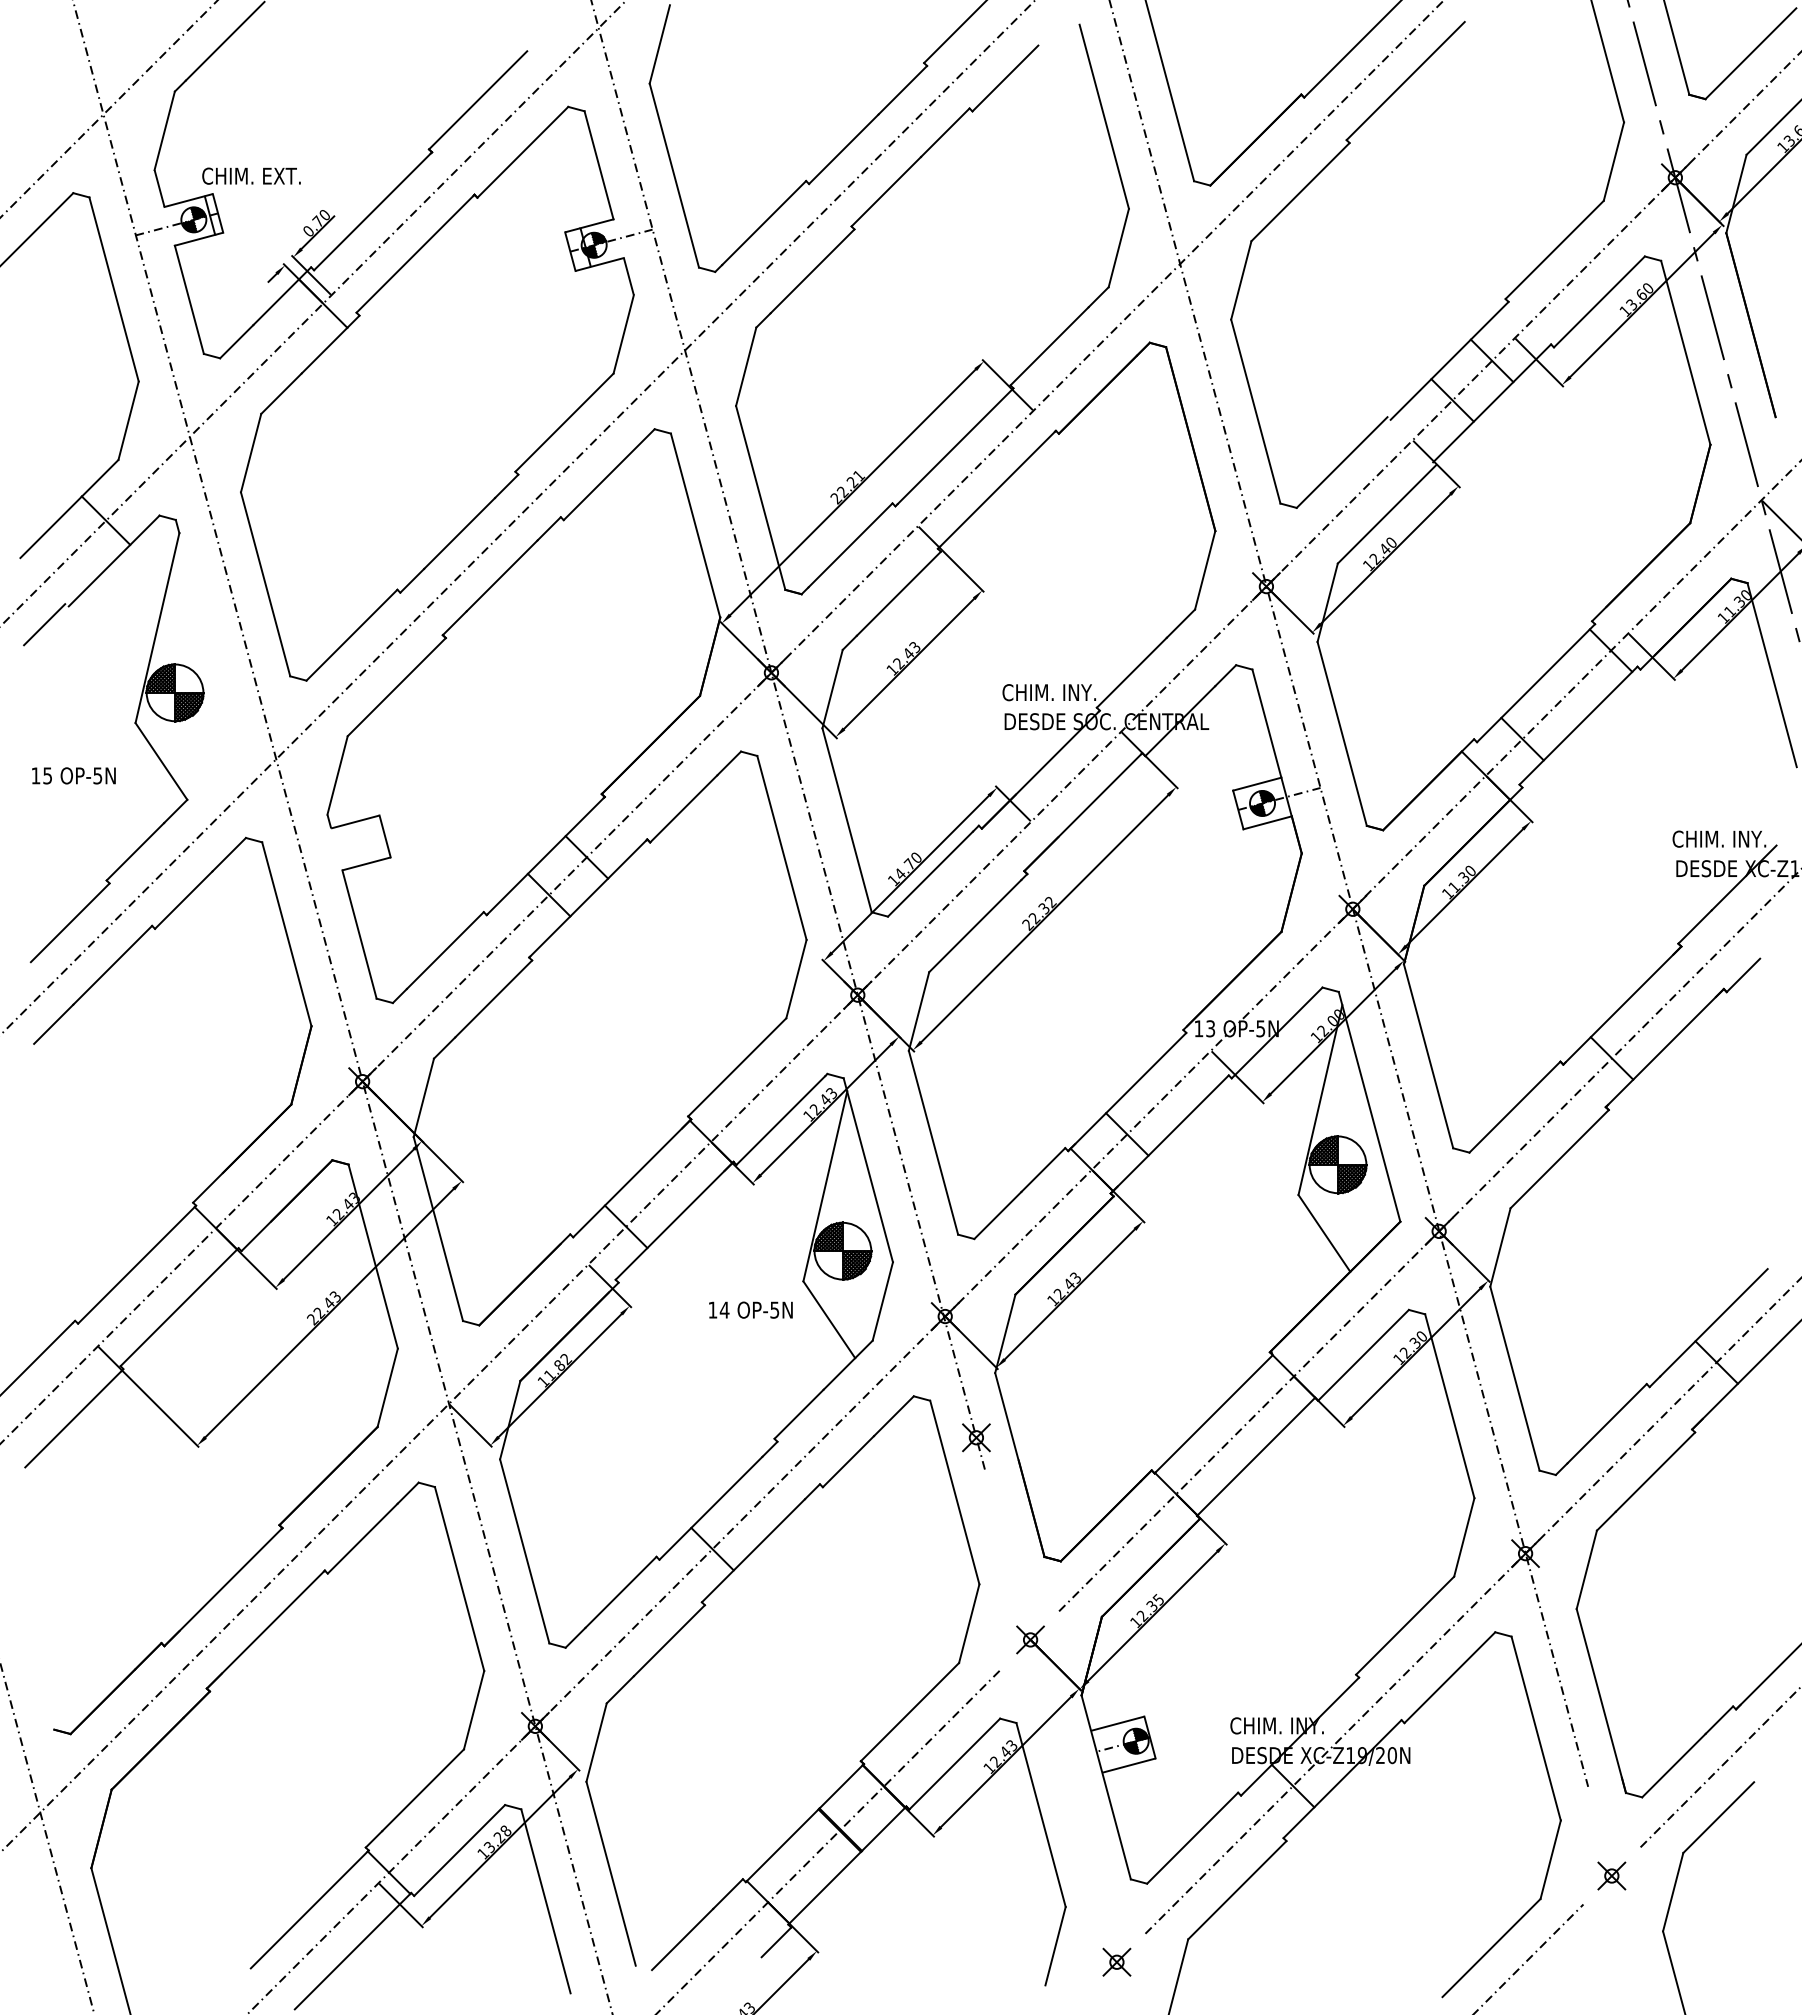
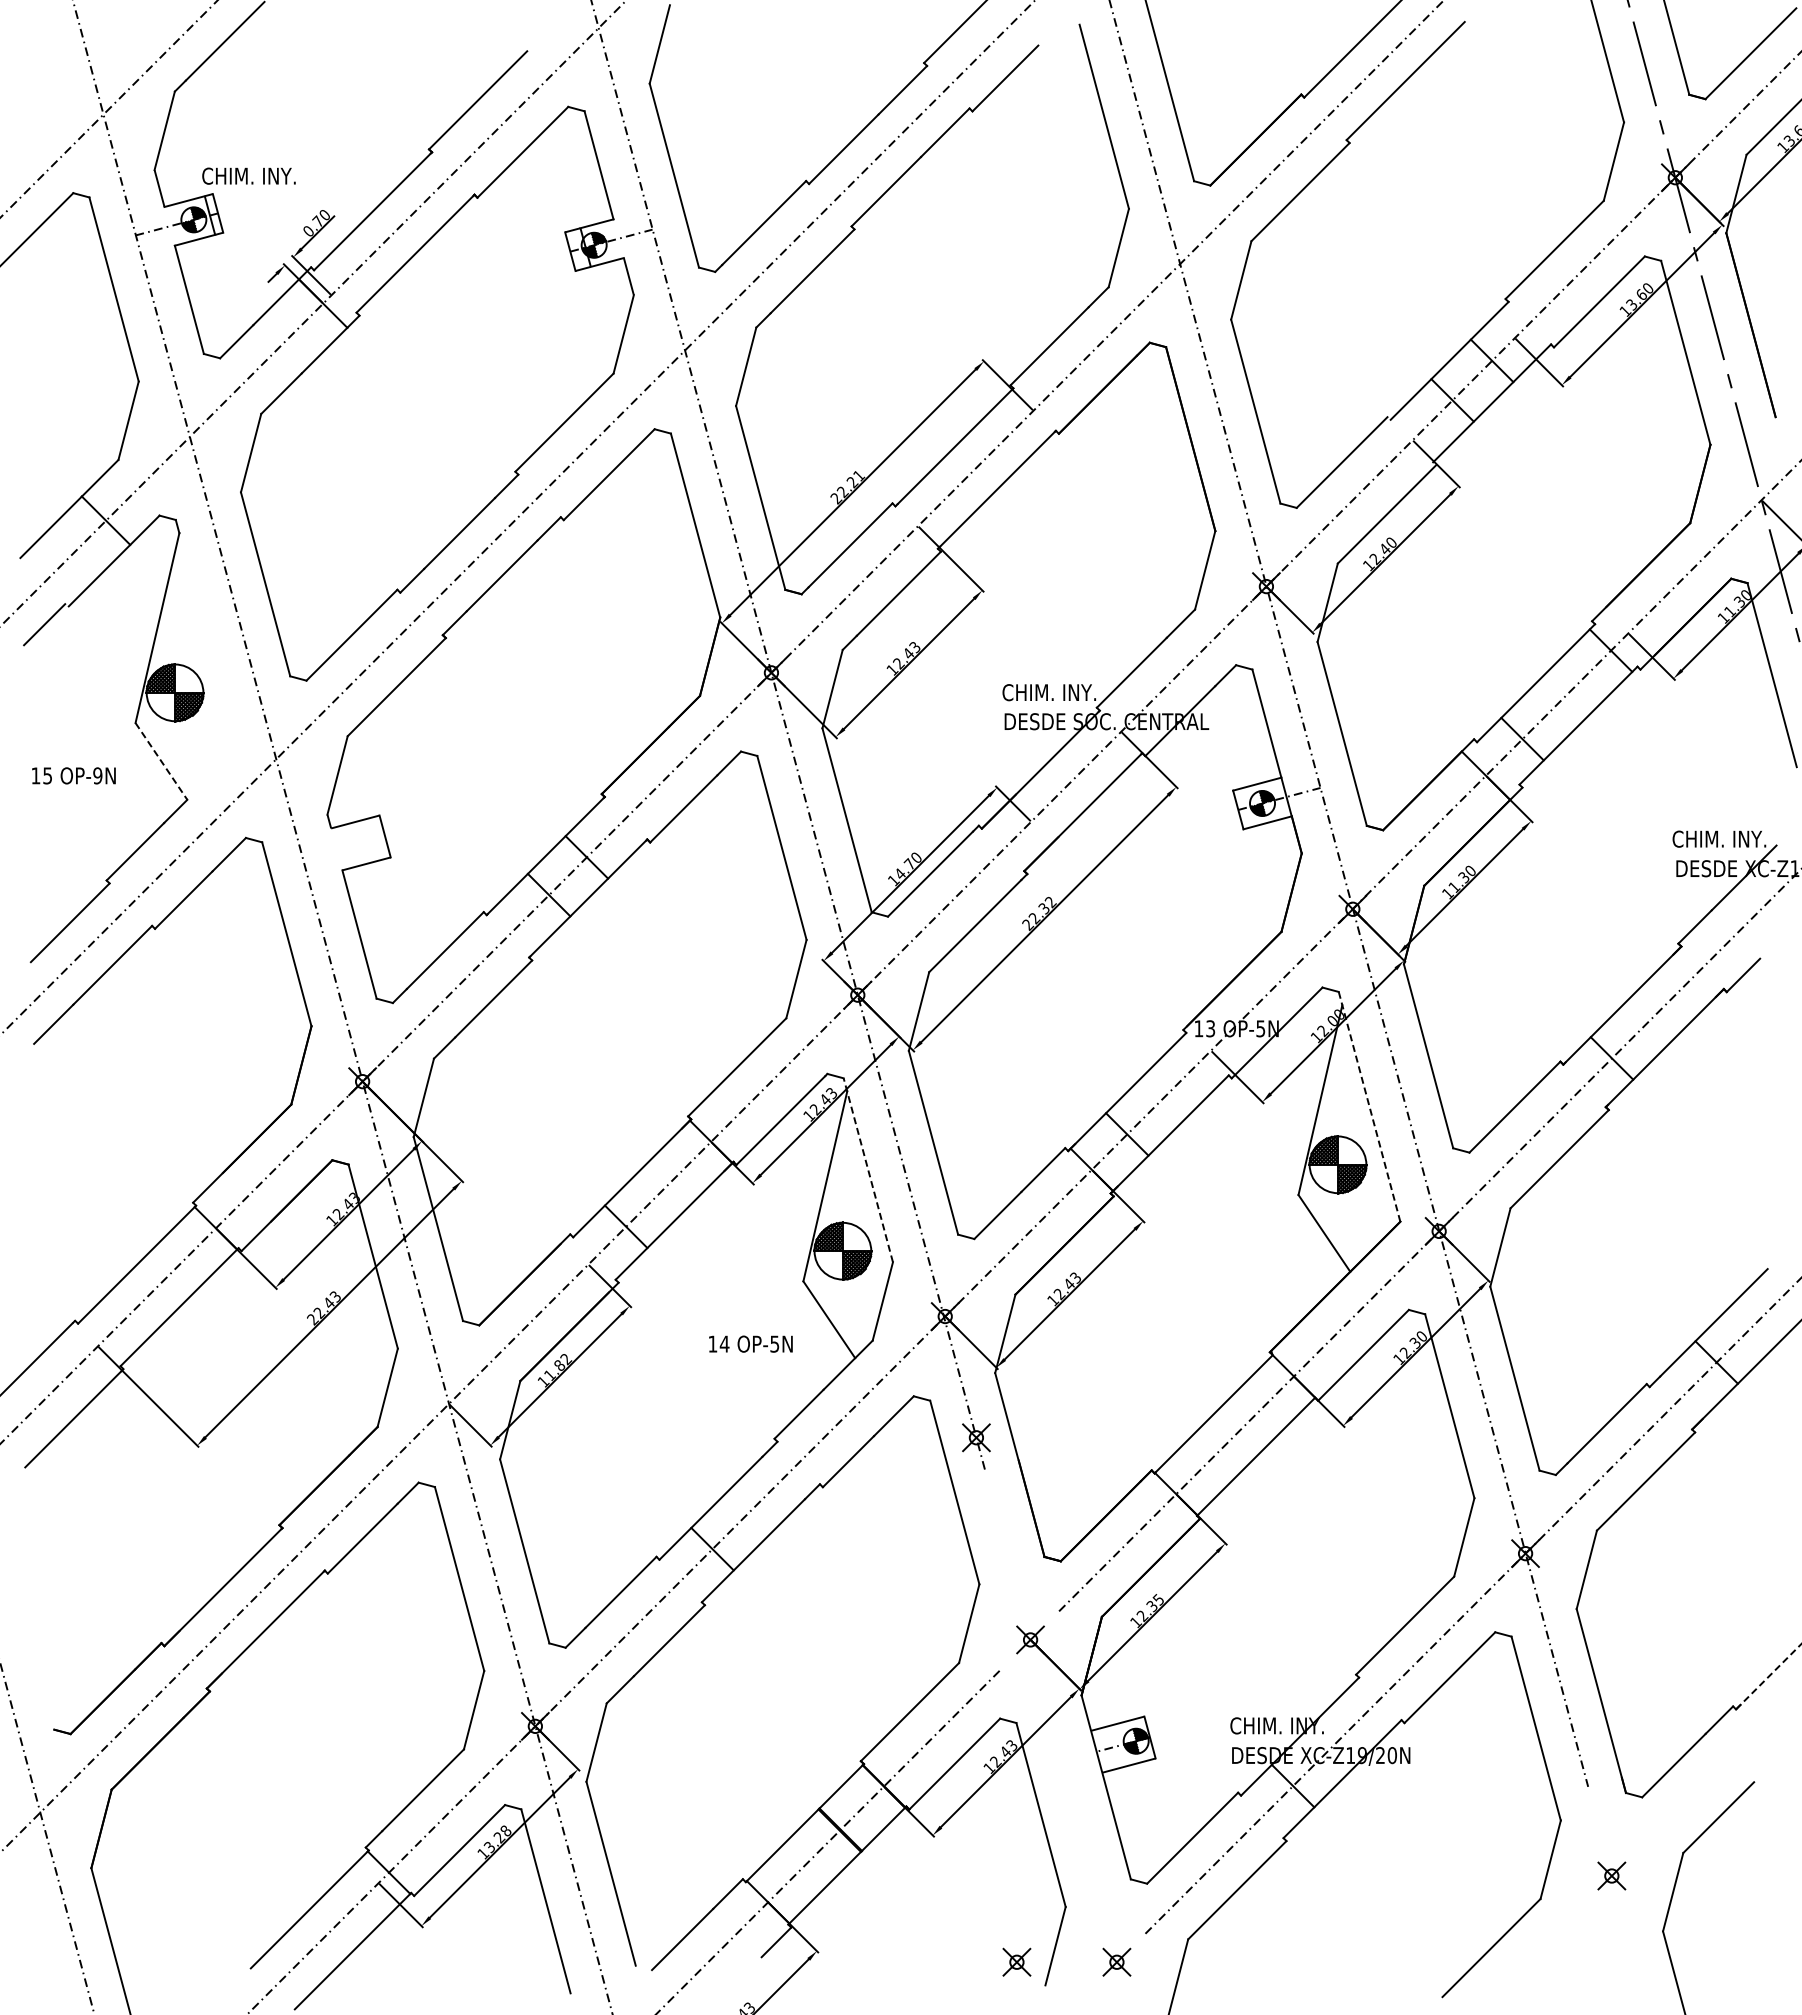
text at (282, 175): CHIM. EXT. -> CHIM. INY.
line at (161, 761): solid -> dashed
text at (97, 775): OP-5N -> OP-9N
line at (1369, 1106): solid -> dashed
line at (868, 1169): solid -> dashed
text at (750, 1309) position: (750, 1309) -> (750, 1343)
line at (1769, 1676): solid -> dashed
line at (1719, 1768): present -> none
line at (1529, 1957): present -> none
part at (1016, 1961): none -> present
